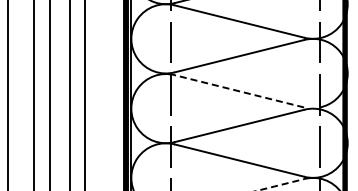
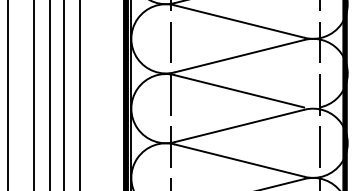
line at (239, 91): dashed -> solid
line at (69, 94) position: (69, 94) -> (63, 94)
line at (85, 94) position: (85, 94) -> (80, 94)
line at (280, 184): dashed -> solid
